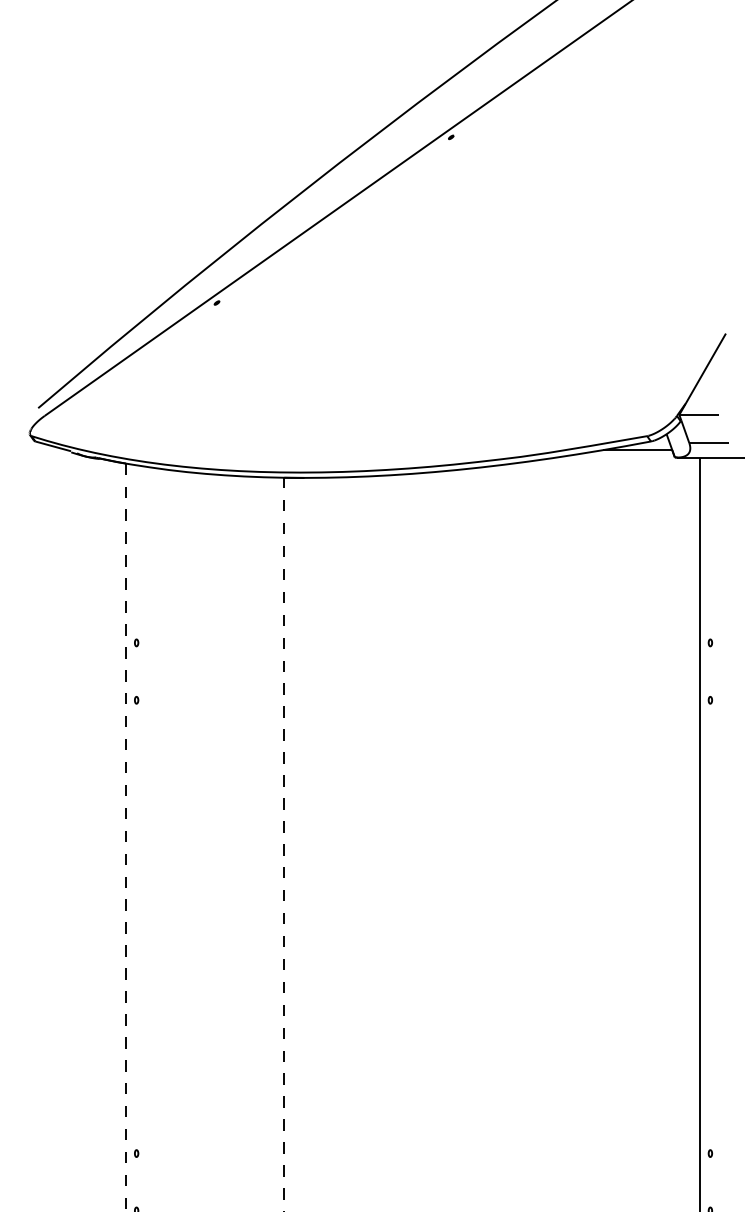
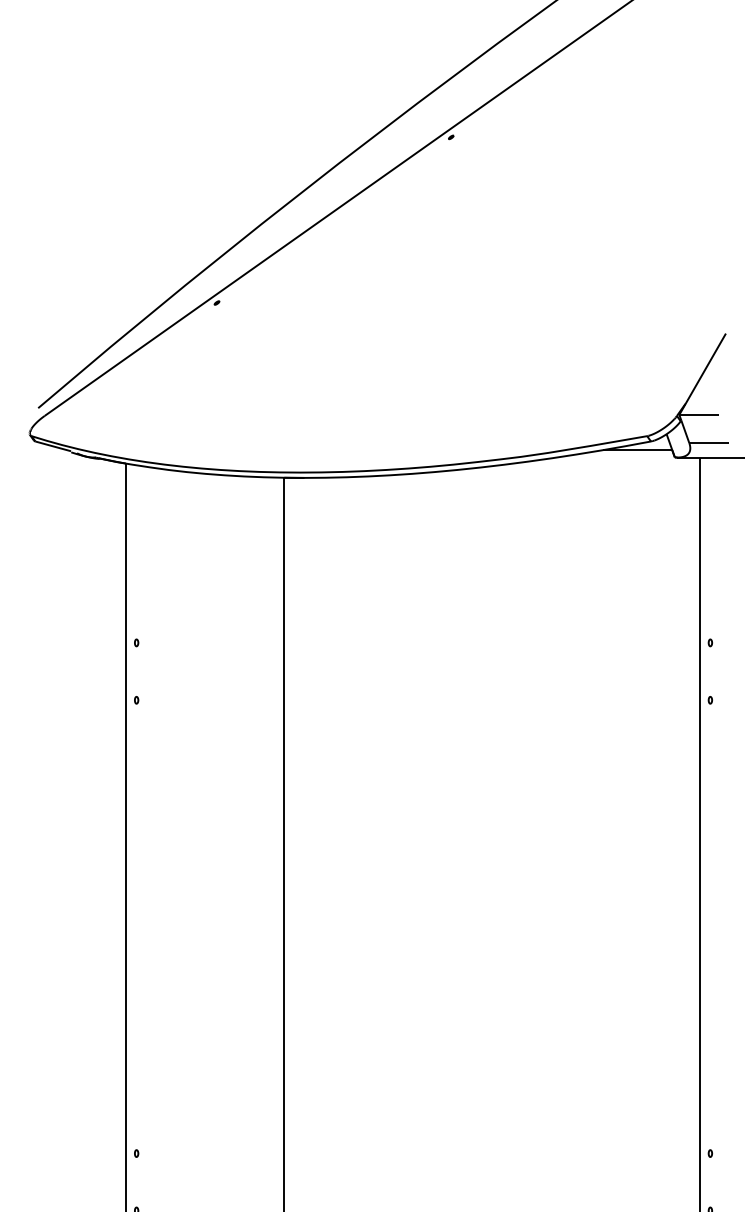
line at (125, 837): dashed -> solid
line at (284, 844): dashed -> solid
